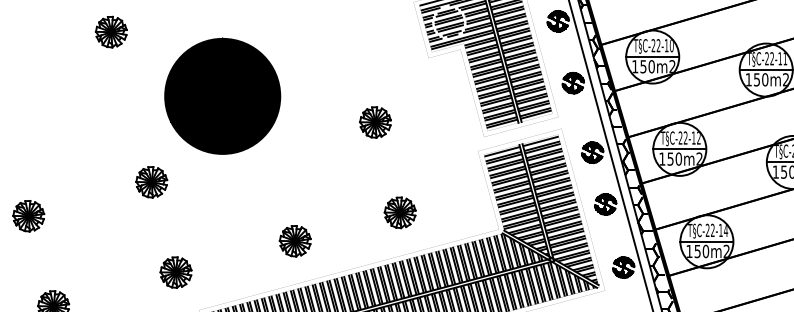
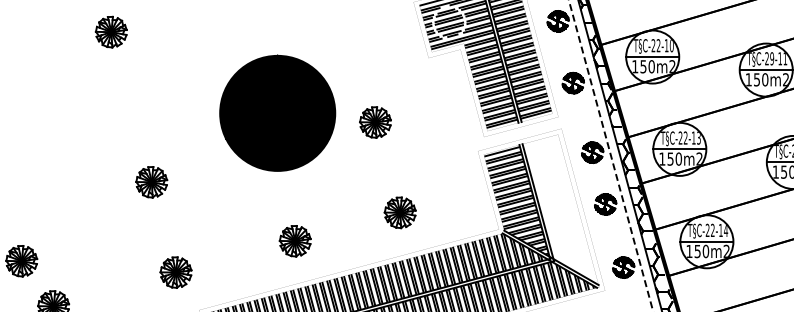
text at (772, 58): T§C-22-11 -> T§C-29-11
part at (222, 95) position: (222, 95) -> (277, 112)
text at (698, 138): T§C-22-12 -> T§C-22-13
line at (611, 156): solid -> dashed
hatch at (560, 209): present -> none
part at (28, 216) position: (28, 216) -> (21, 261)
